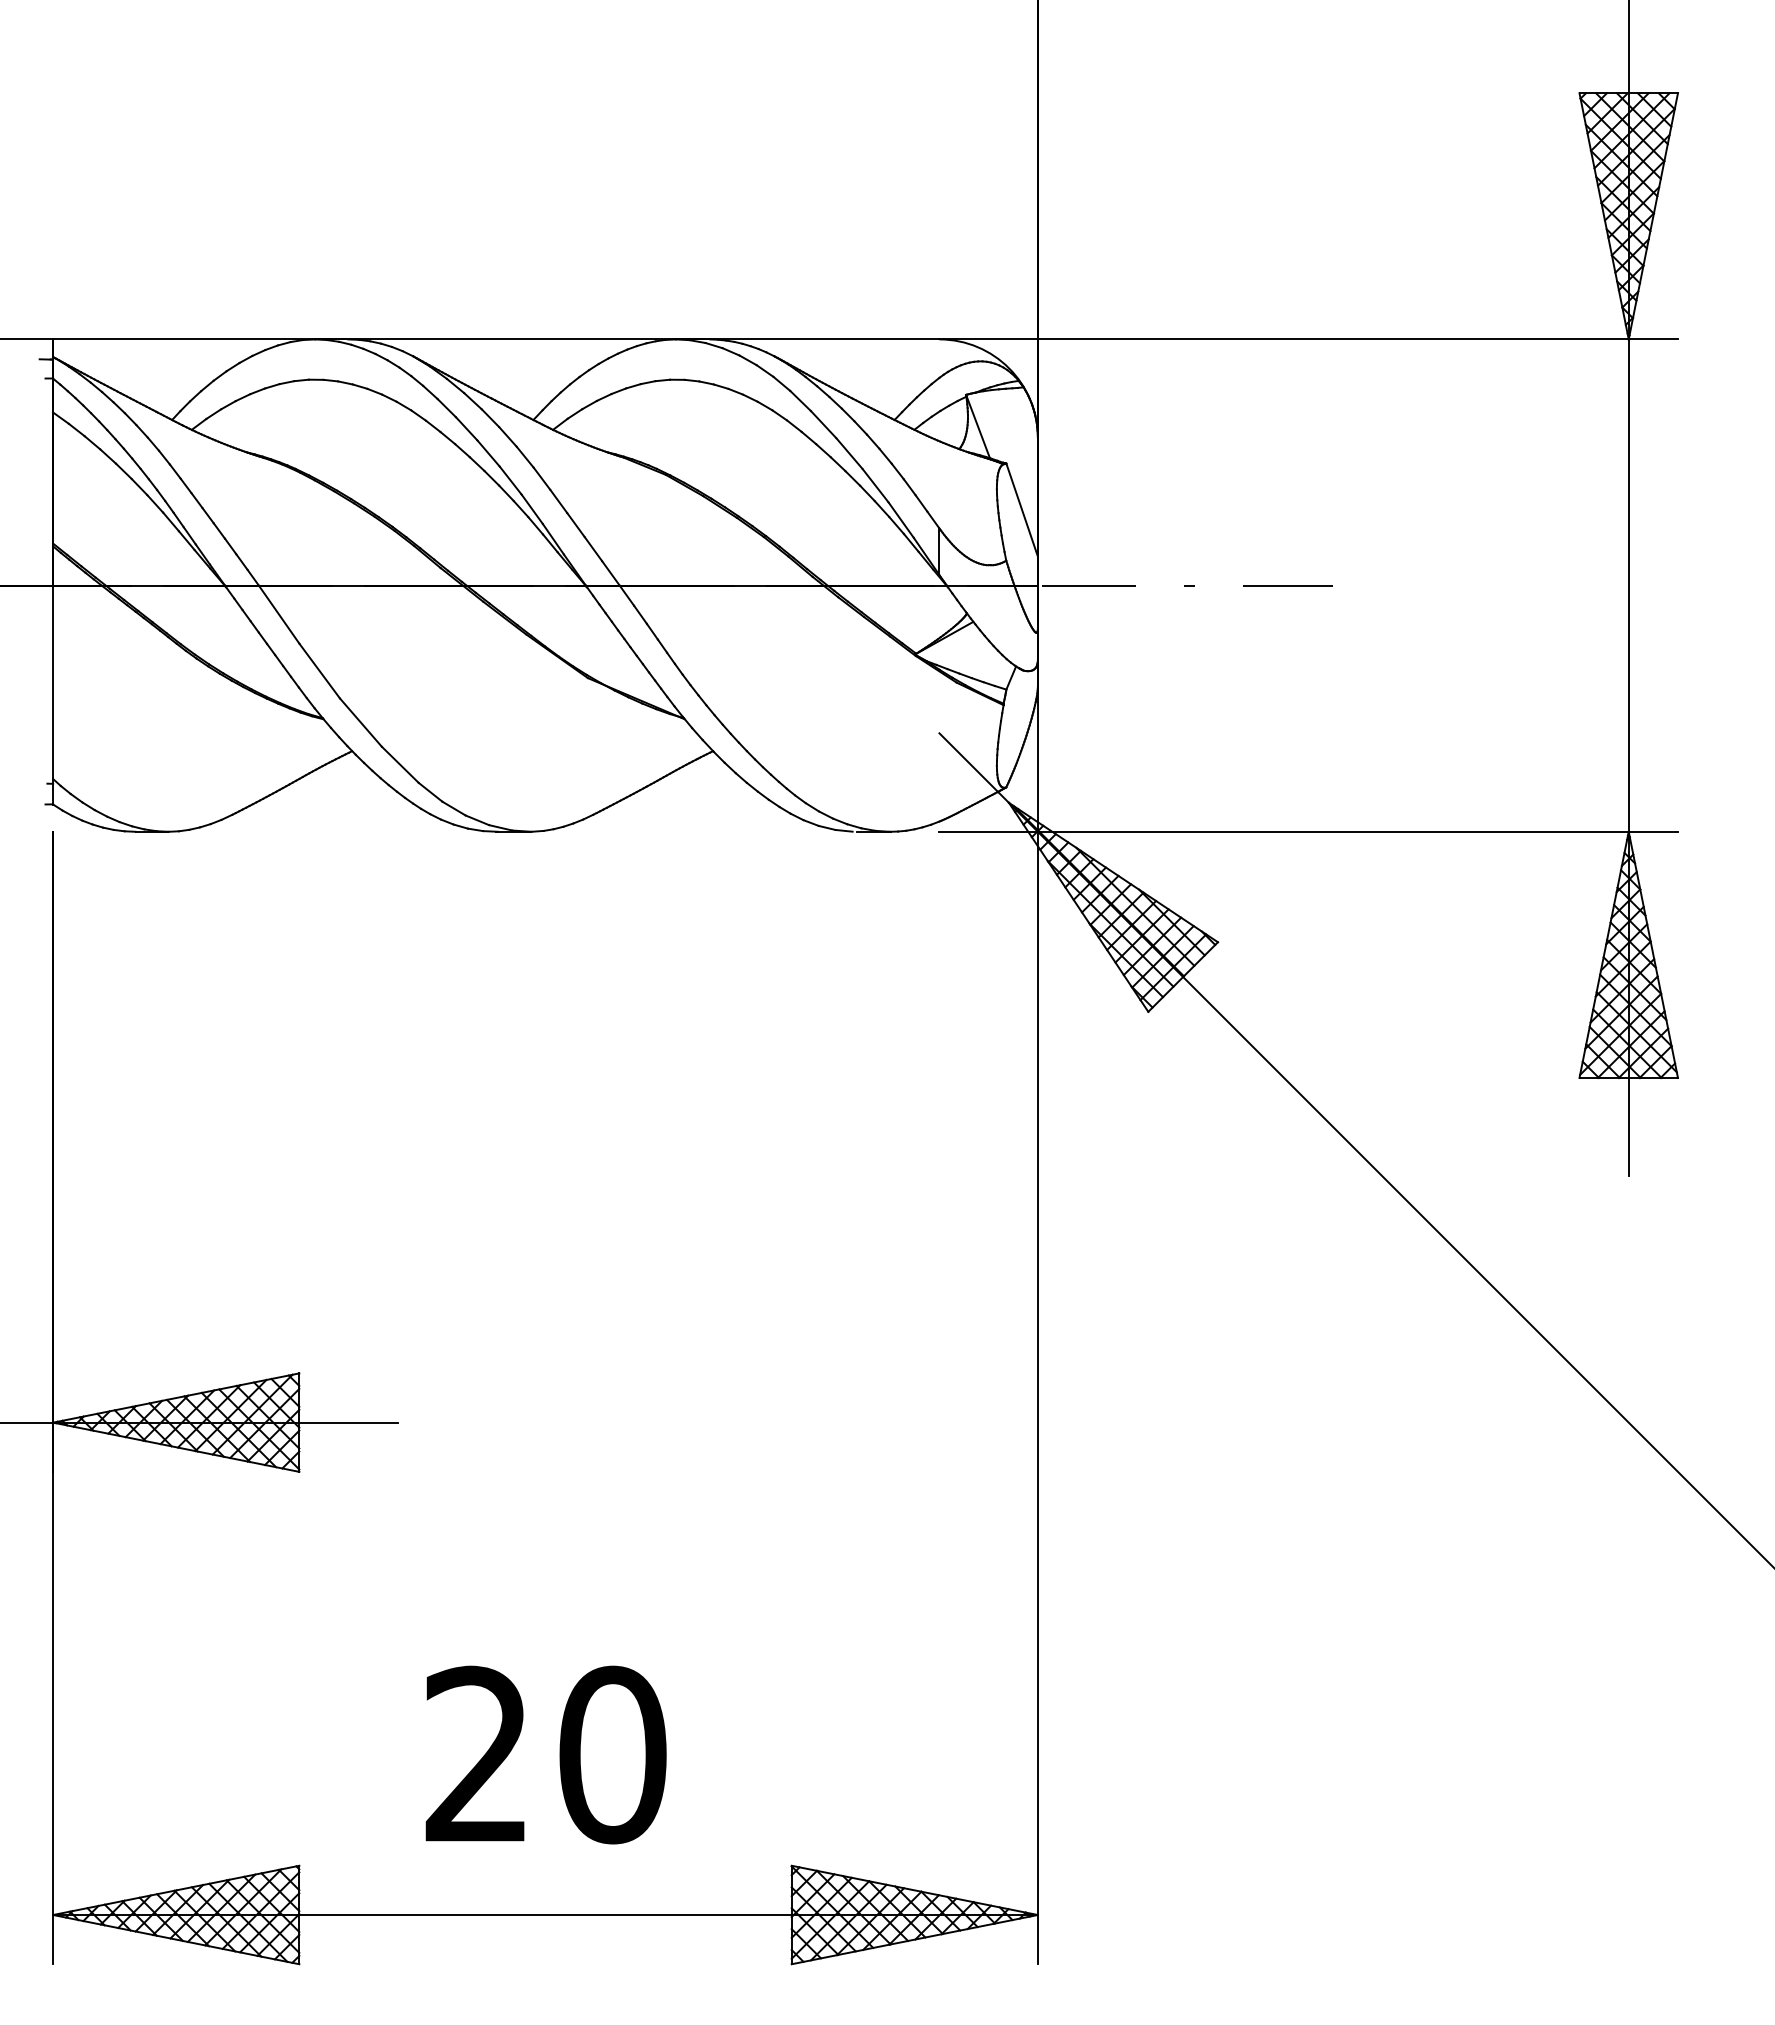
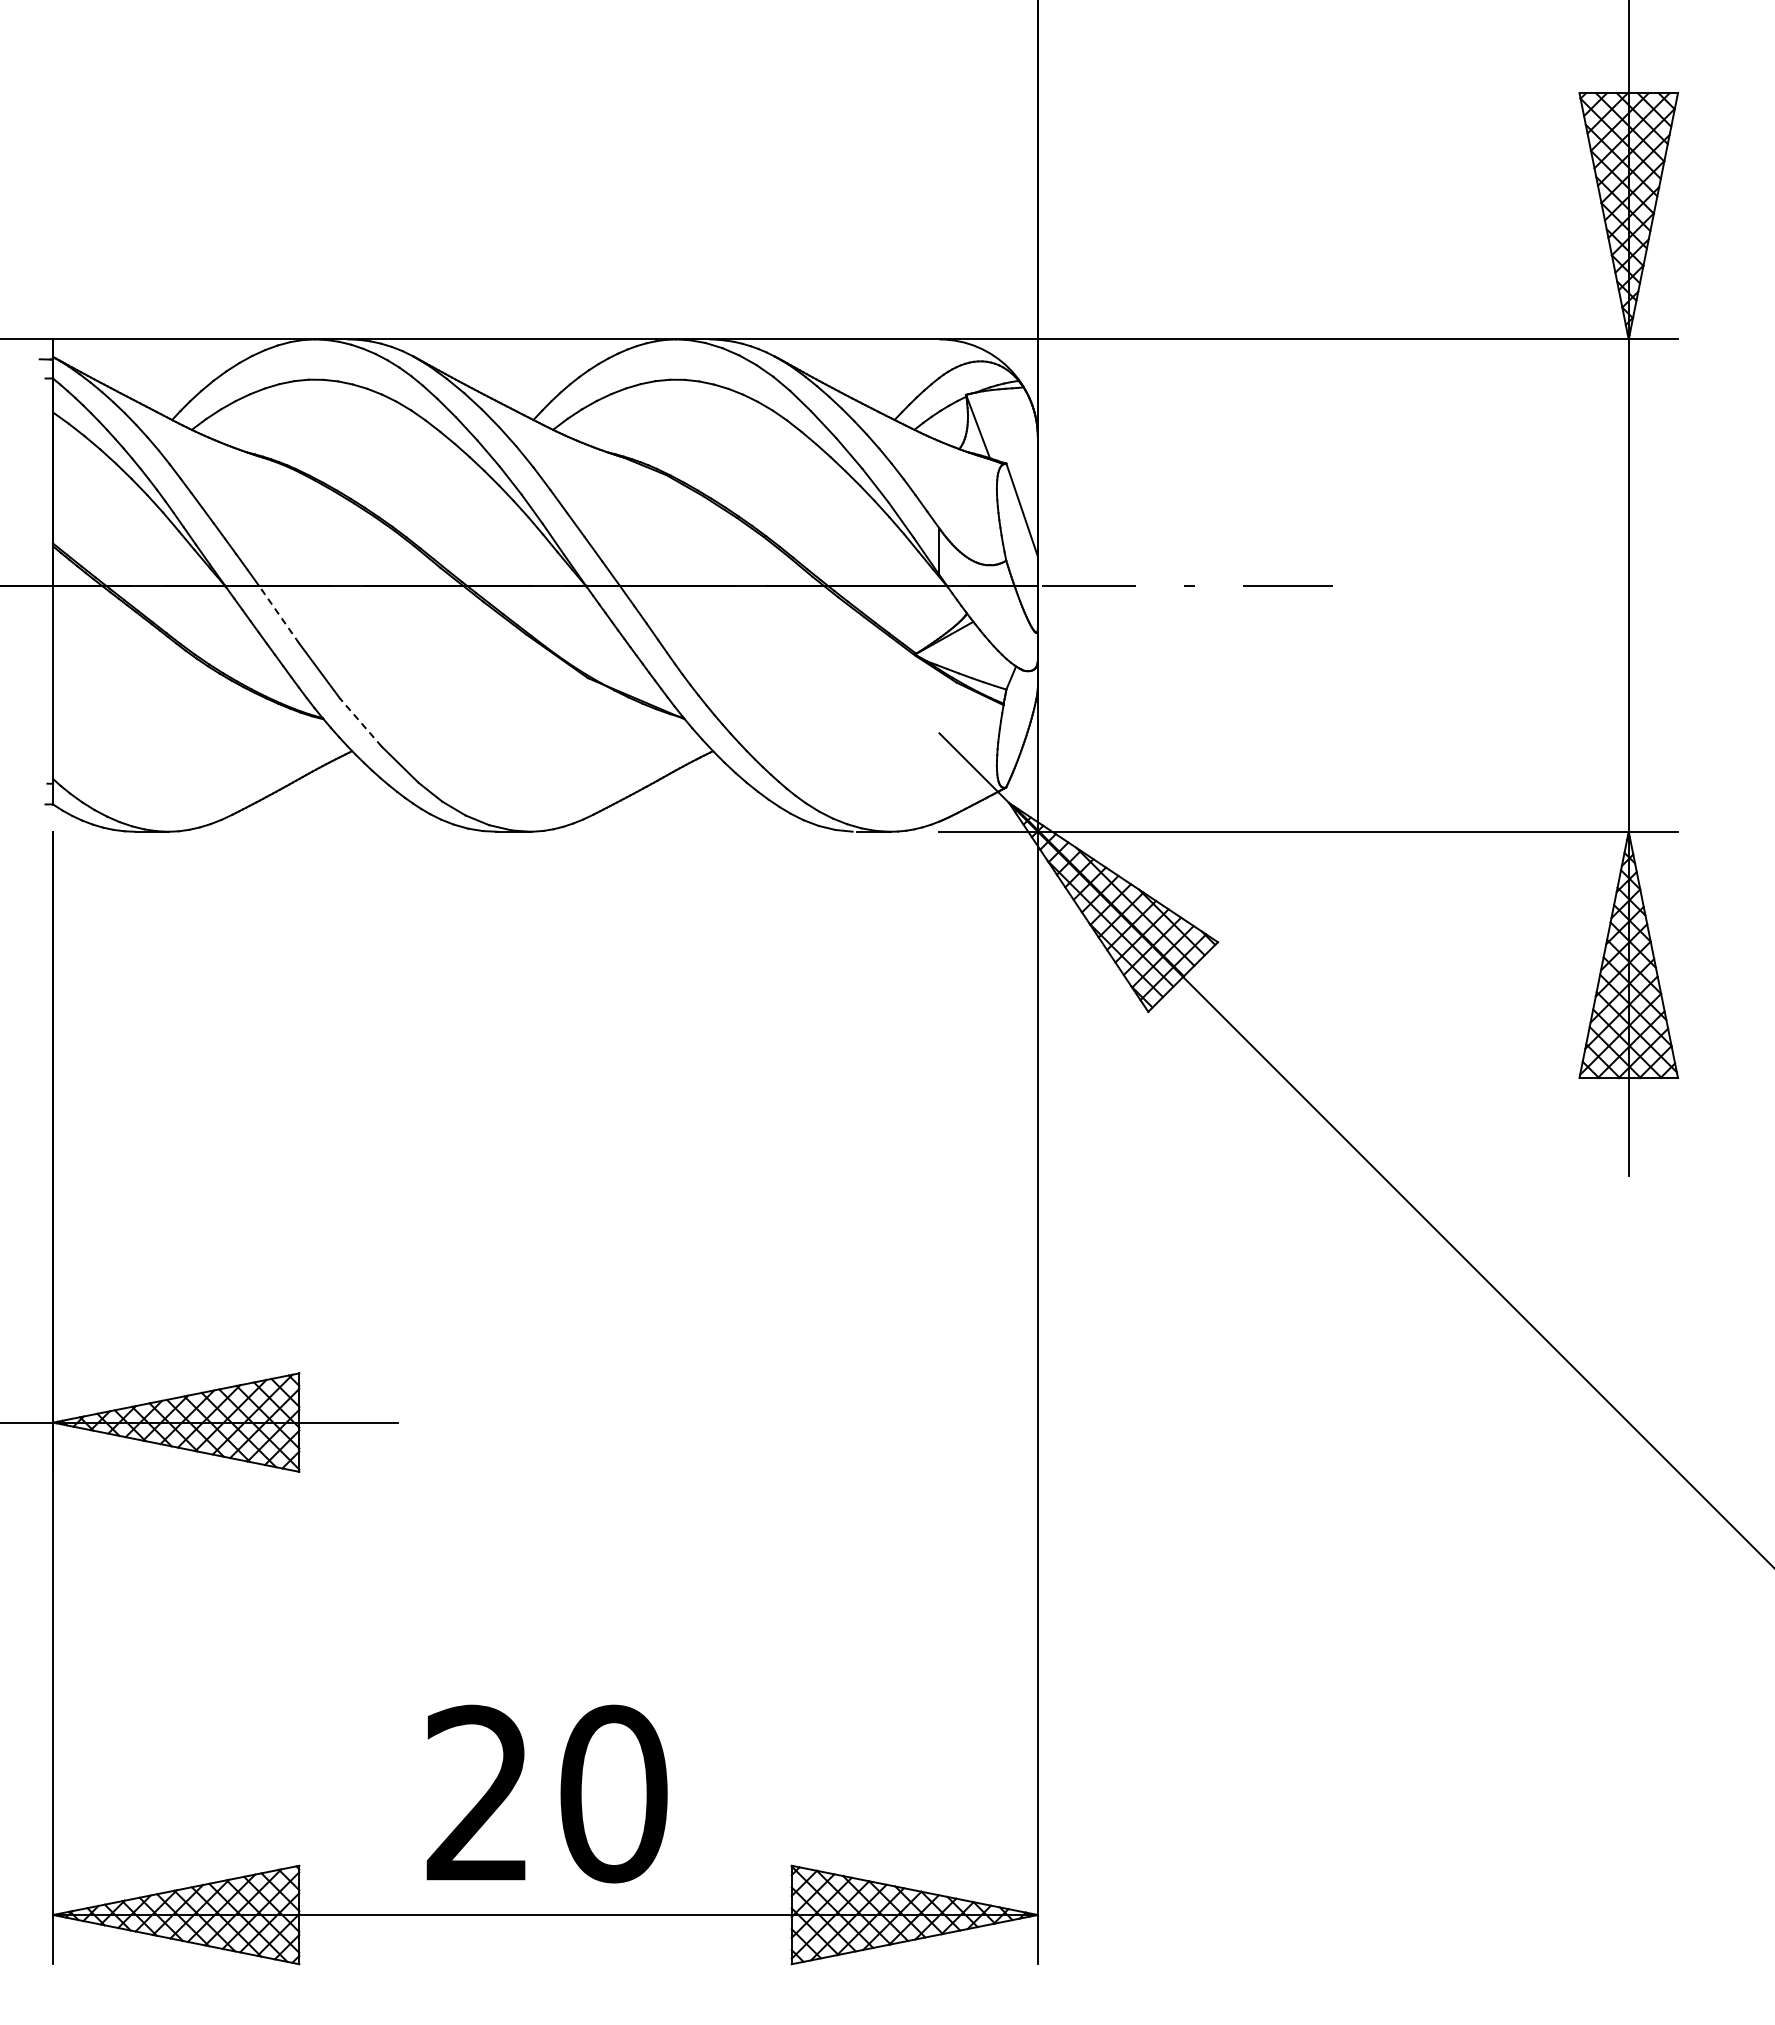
line at (278, 614): solid -> dashed
line at (360, 722): solid -> dashed
text at (545, 1754) position: (545, 1754) -> (546, 1793)
